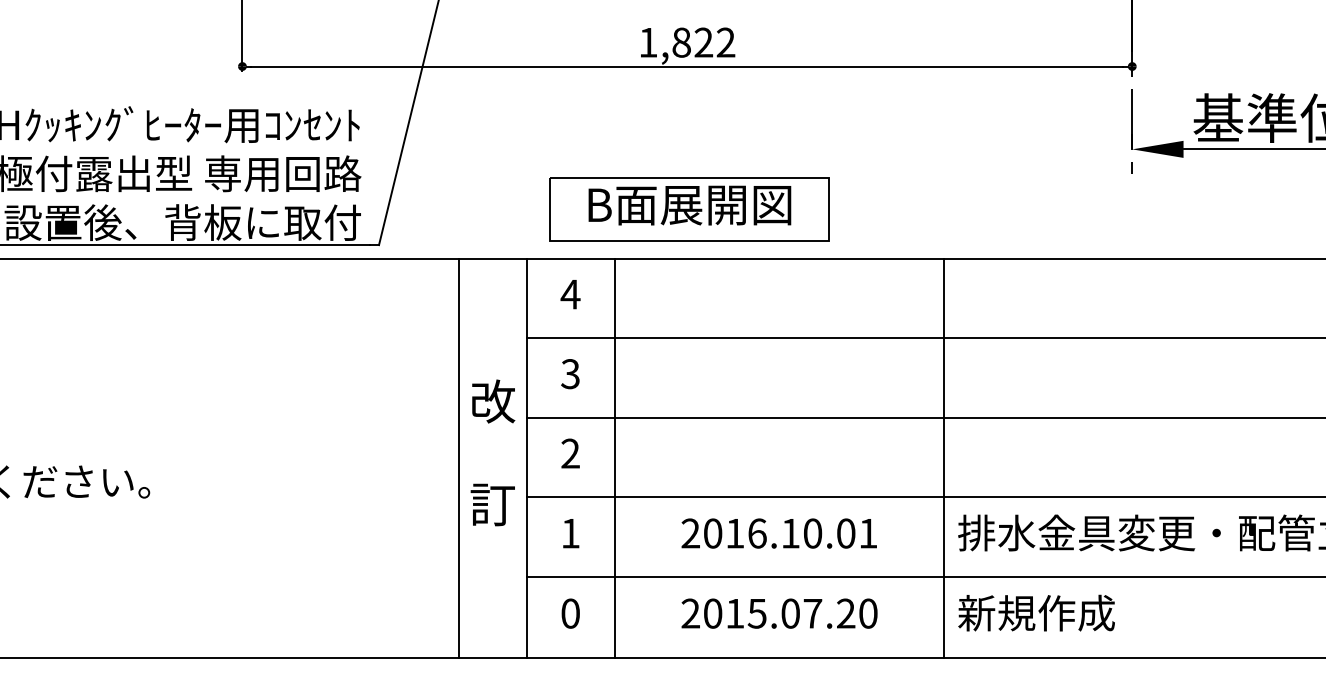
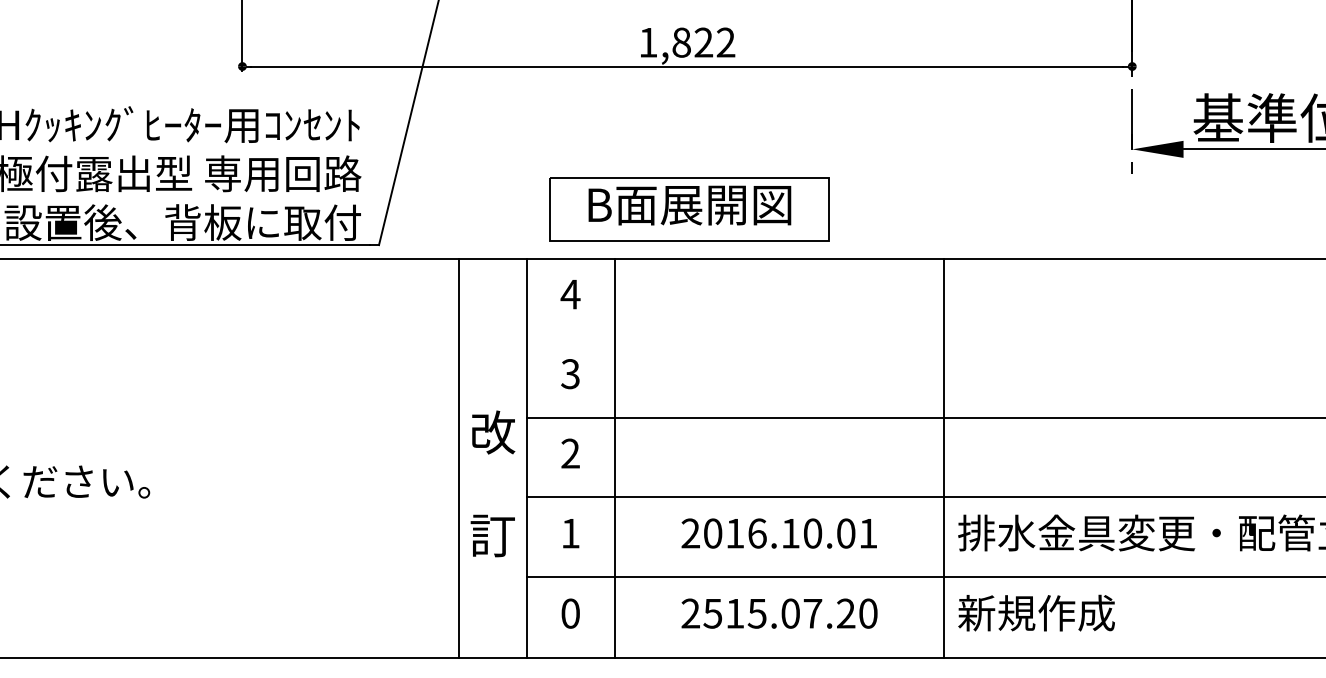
line at (924, 338): present -> none
text at (492, 452) position: (492, 452) -> (492, 483)
text at (712, 613): 2015.07.20 -> 2515.07.20
